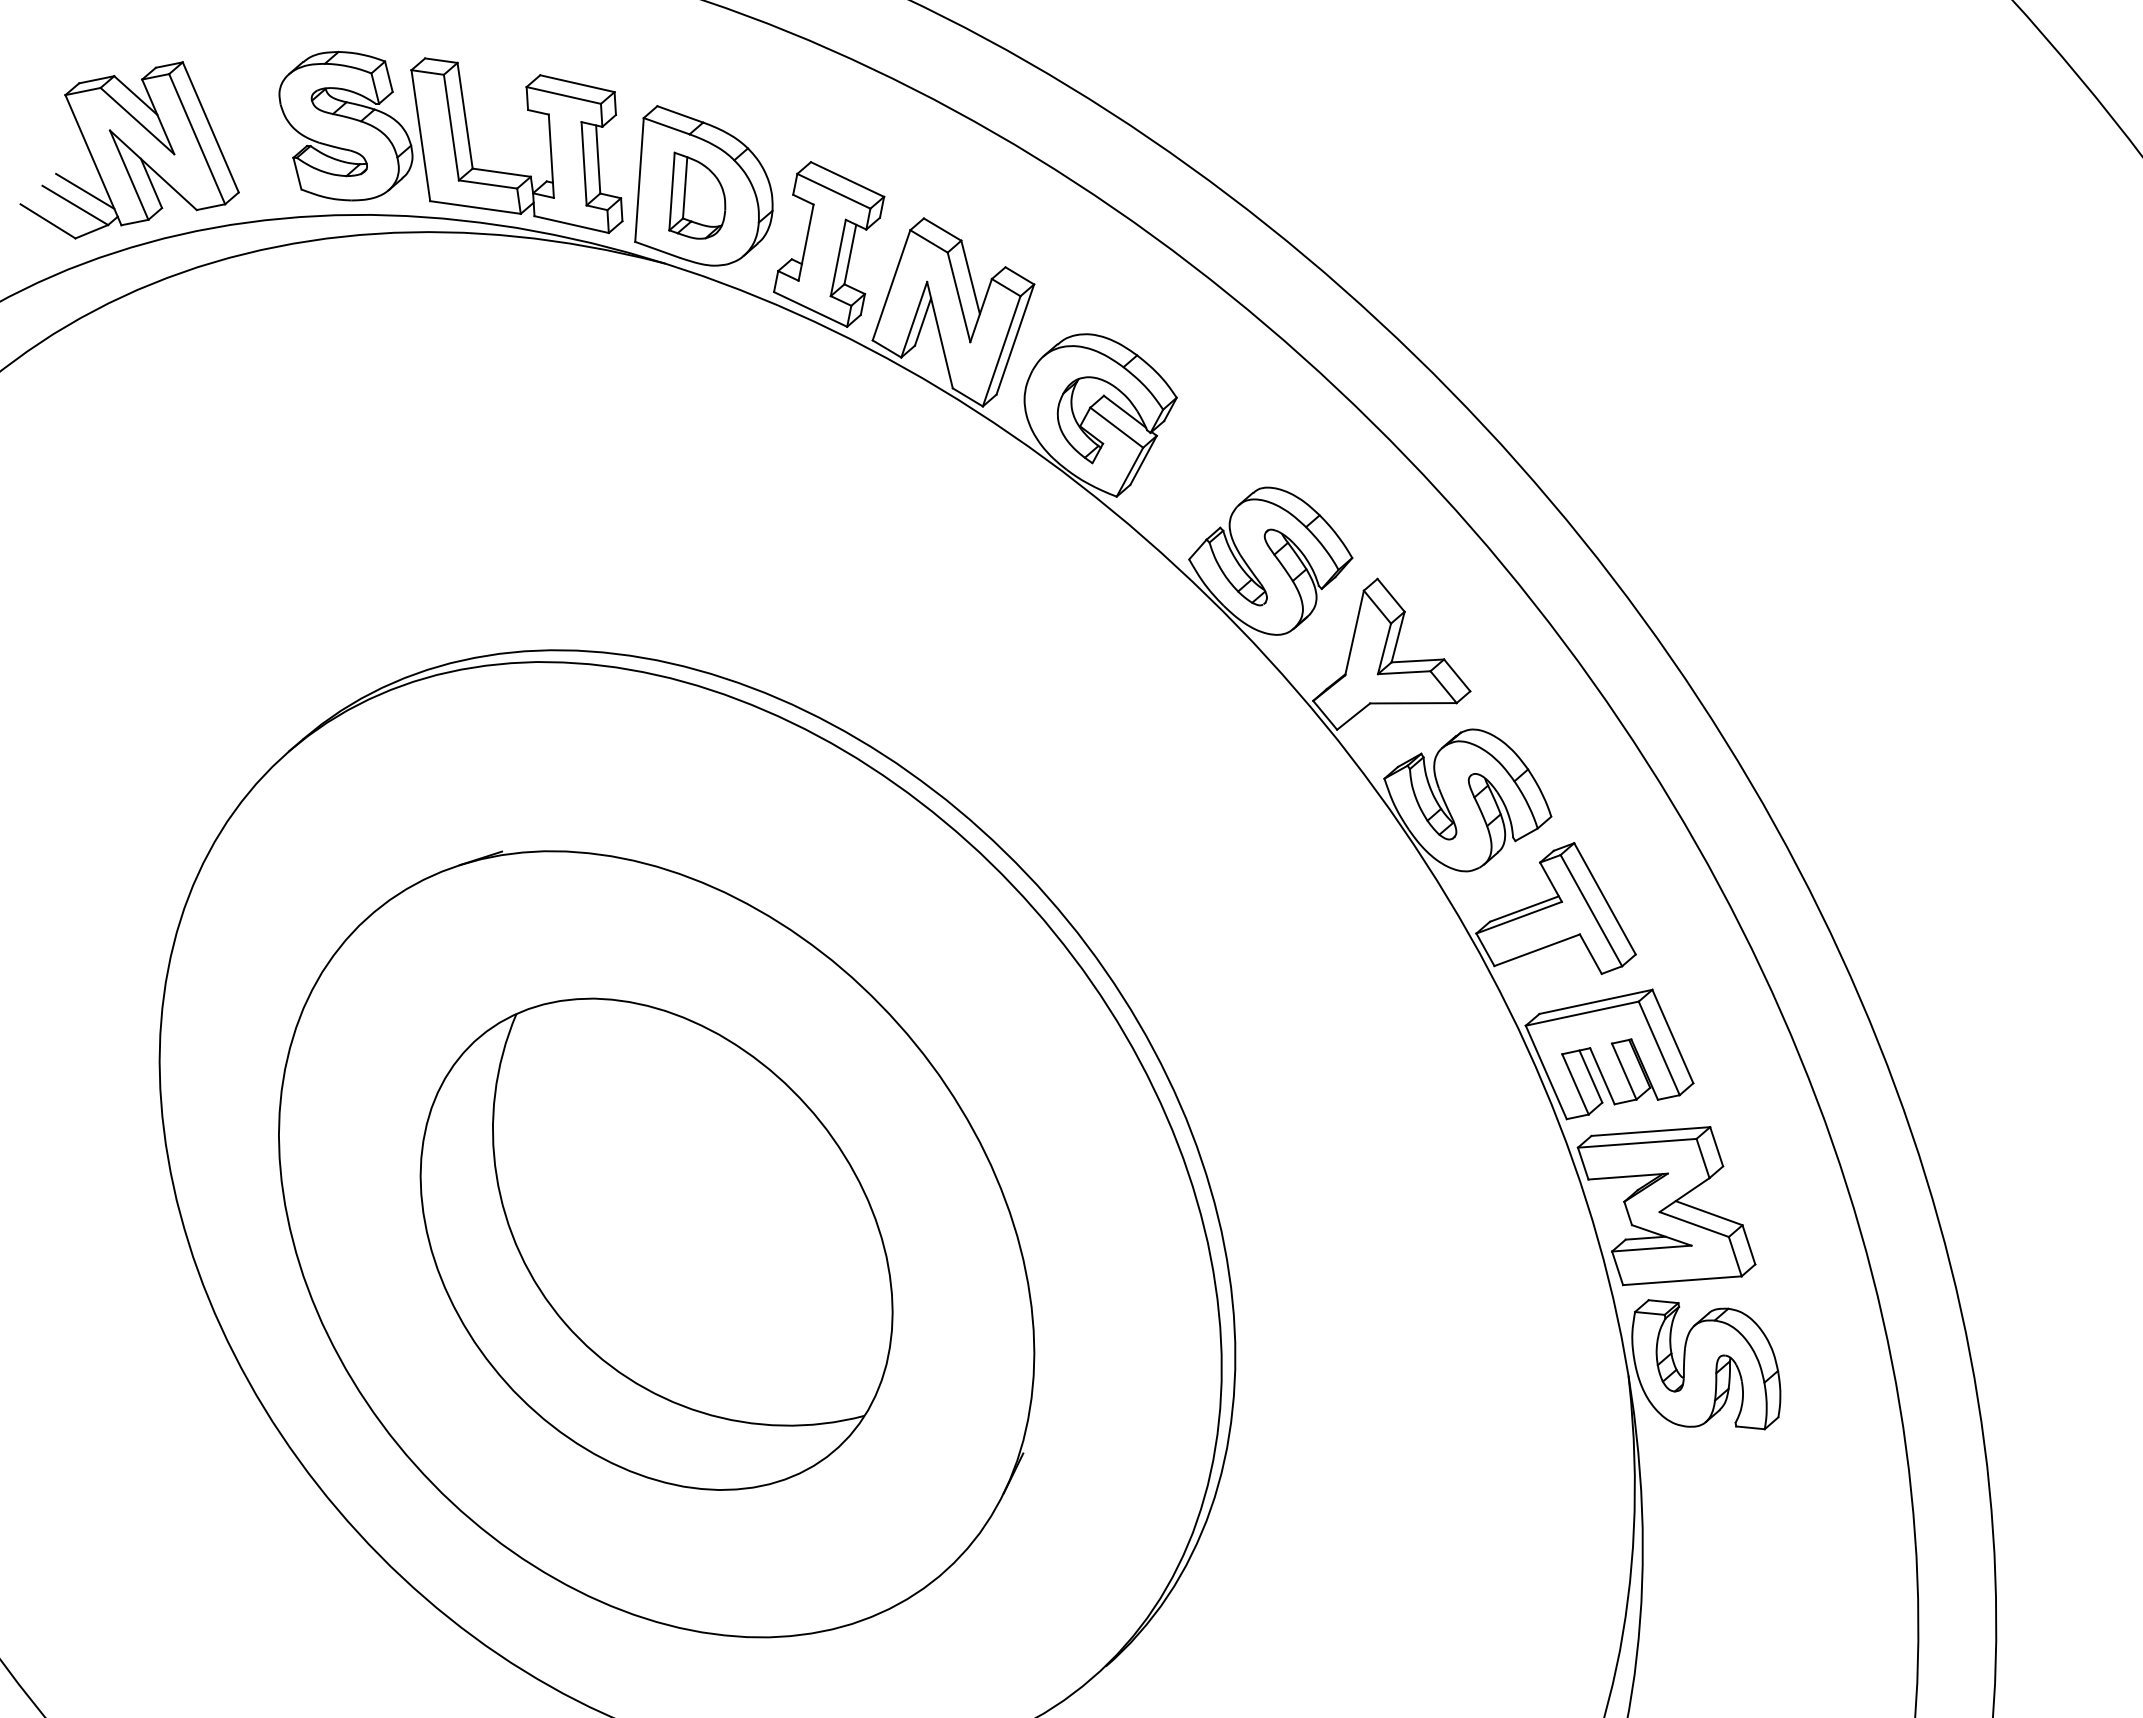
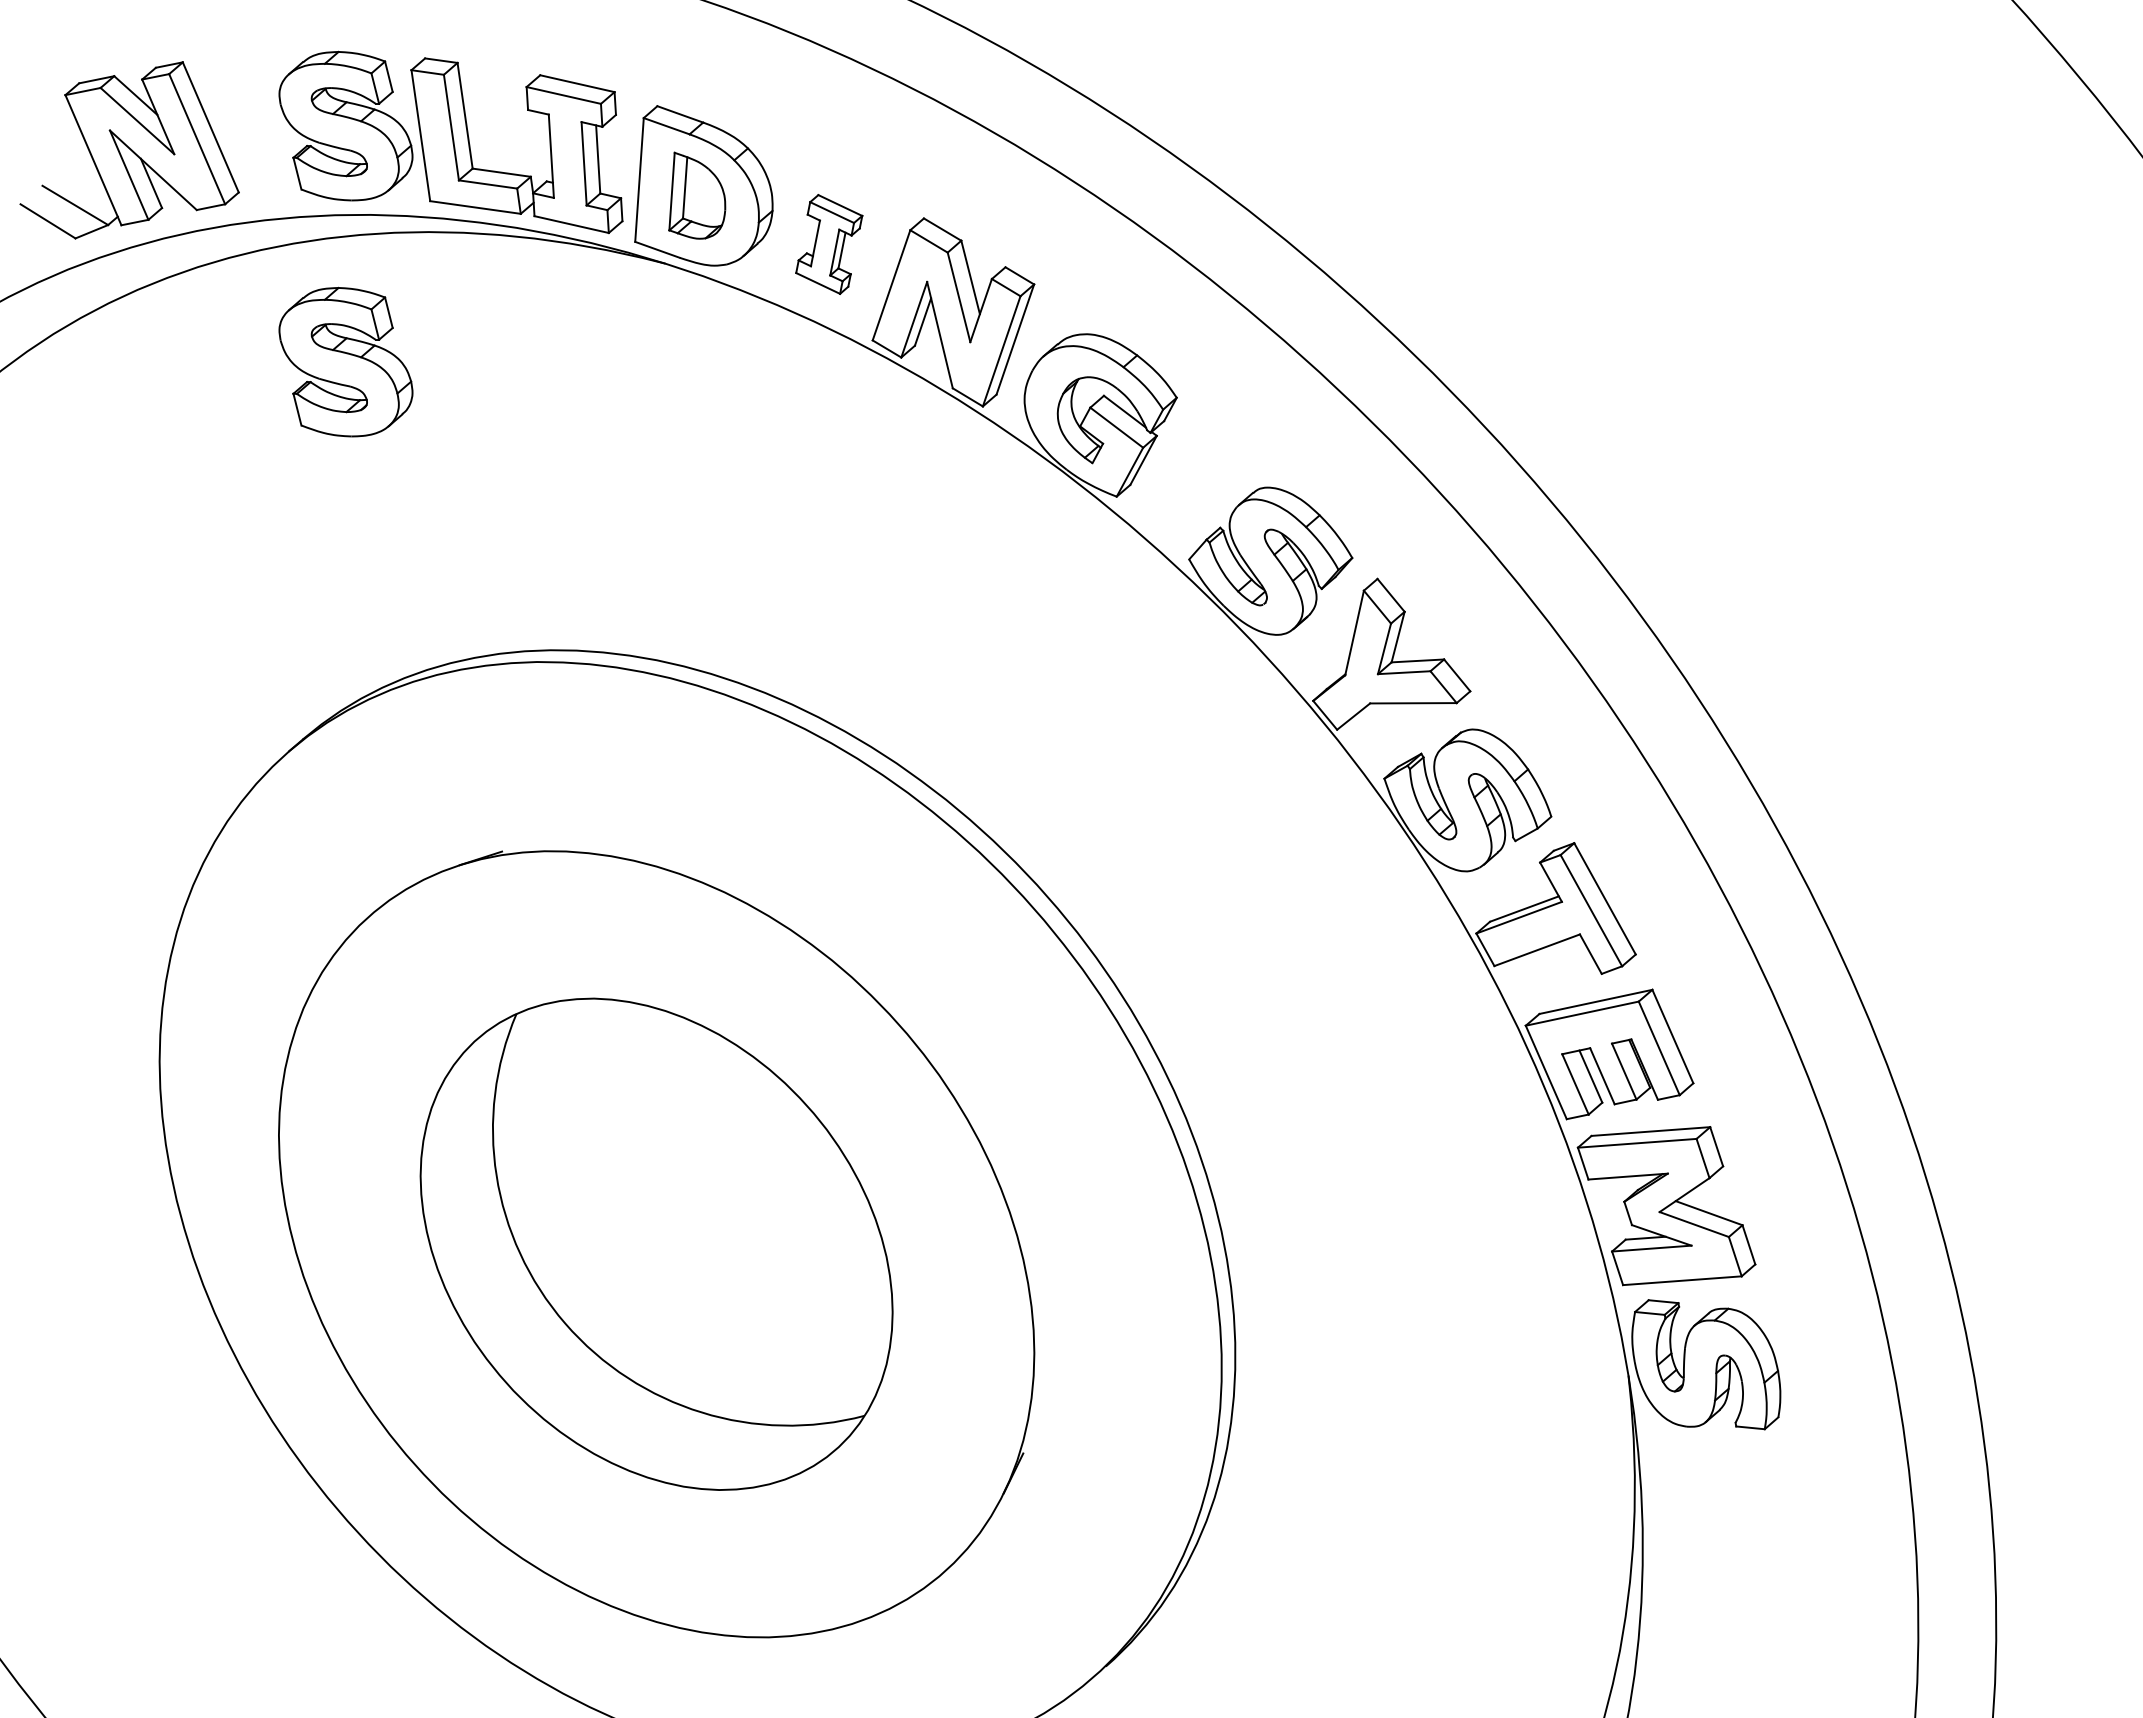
line at (85, 190): present -> none
part at (829, 244) size: 113x167 px -> 69x101 px
part at (345, 361): none -> present
